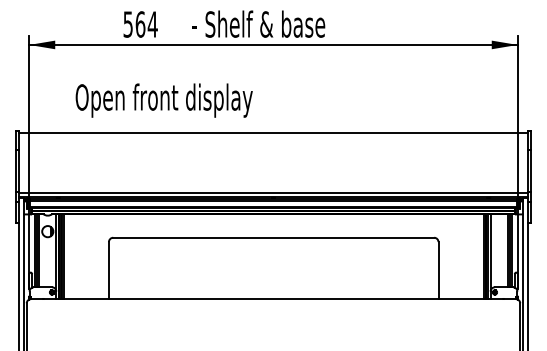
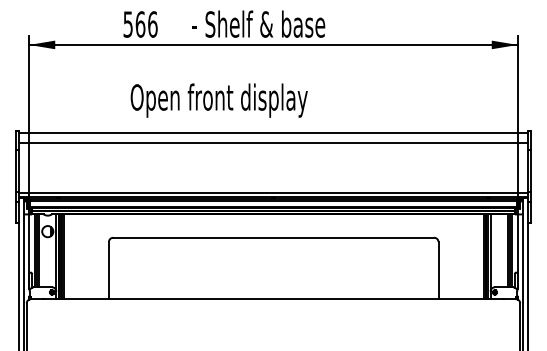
text at (152, 24): 564 -> 566
text at (163, 100) position: (163, 100) -> (218, 100)
line at (273, 142): none -> present
